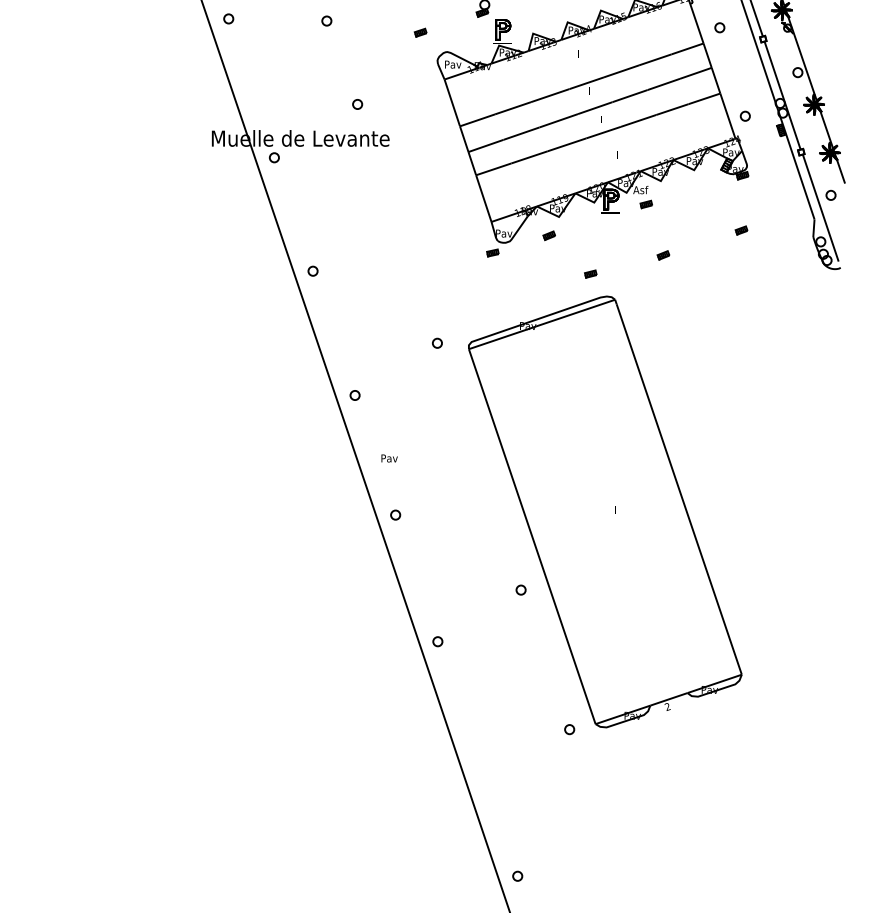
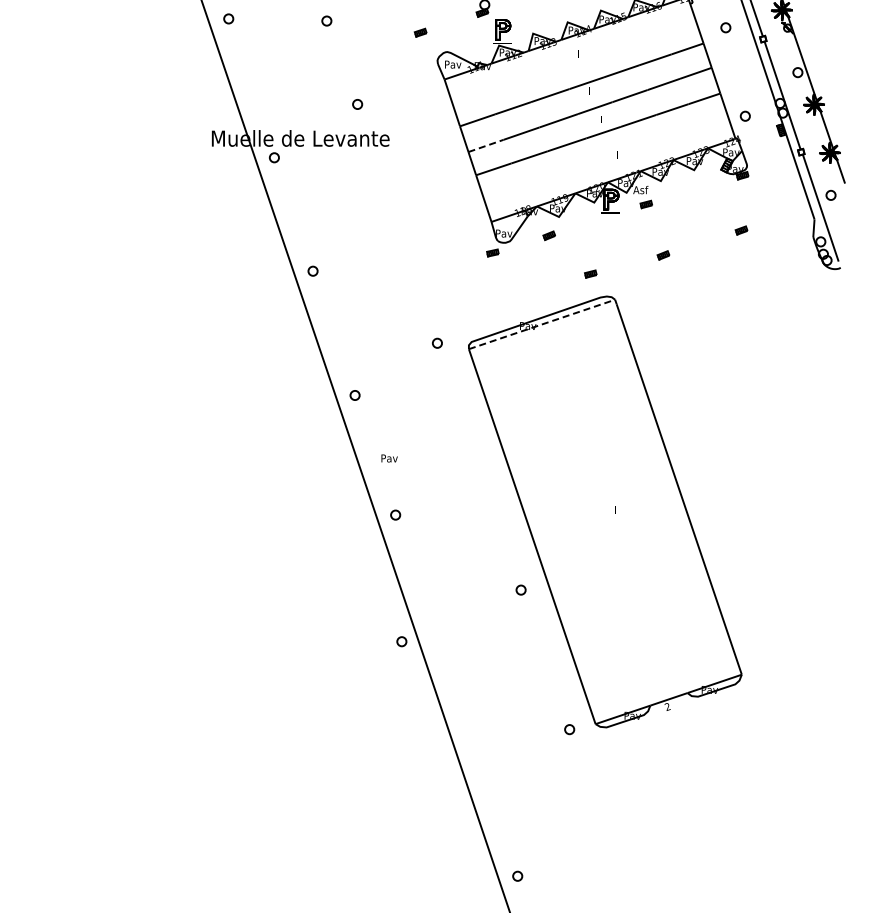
part at (719, 27) position: (719, 27) -> (725, 27)
line at (486, 145): solid -> dashed
line at (542, 324): solid -> dashed
part at (437, 641) position: (437, 641) -> (401, 641)
